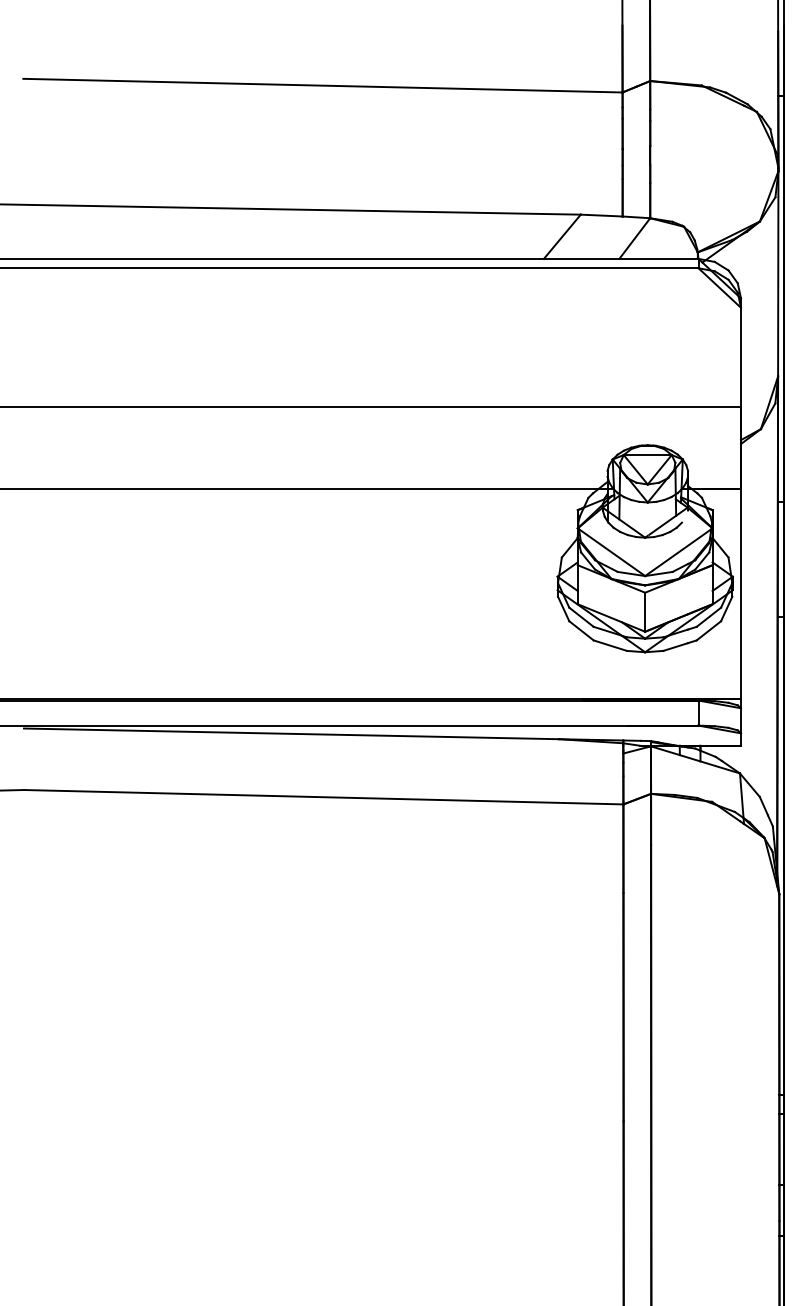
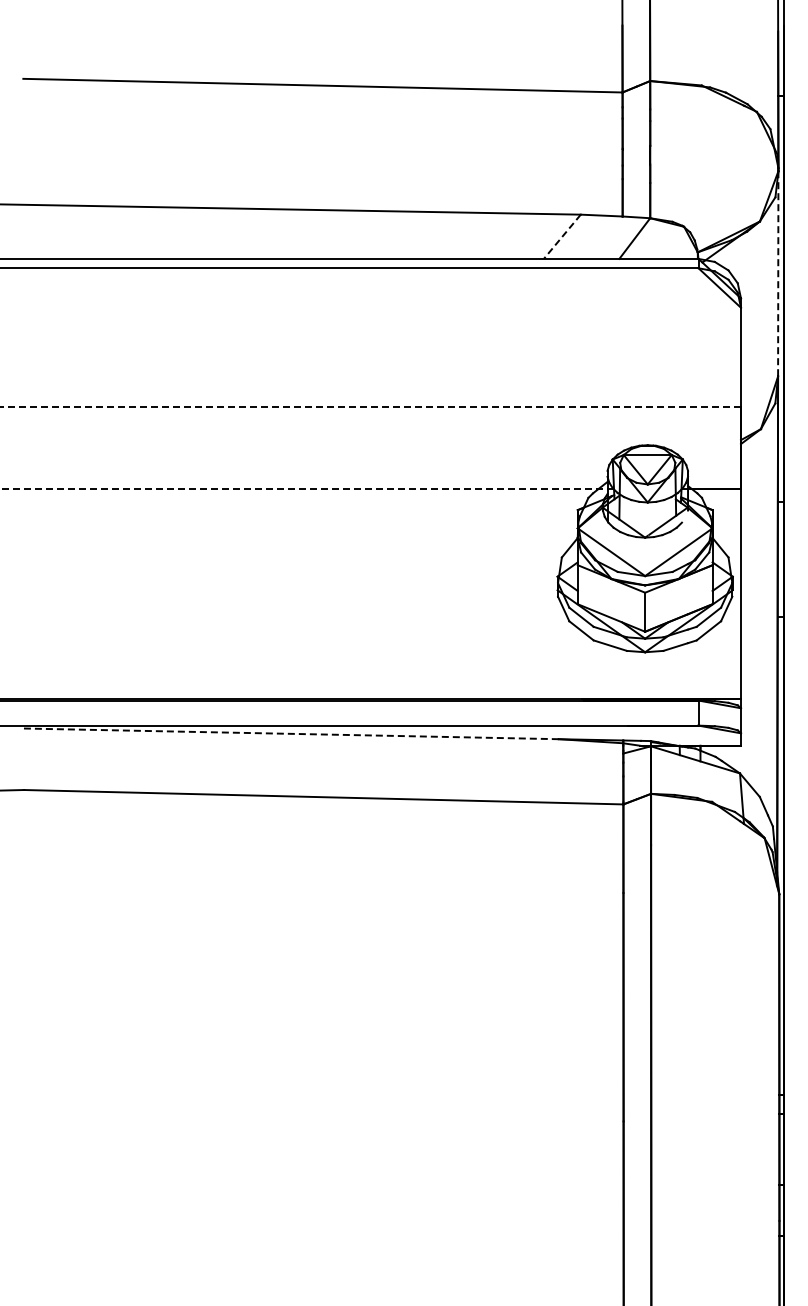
line at (562, 236): solid -> dashed
line at (778, 273): solid -> dashed
line at (370, 406): solid -> dashed
line at (307, 488): solid -> dashed
line at (290, 733): solid -> dashed
